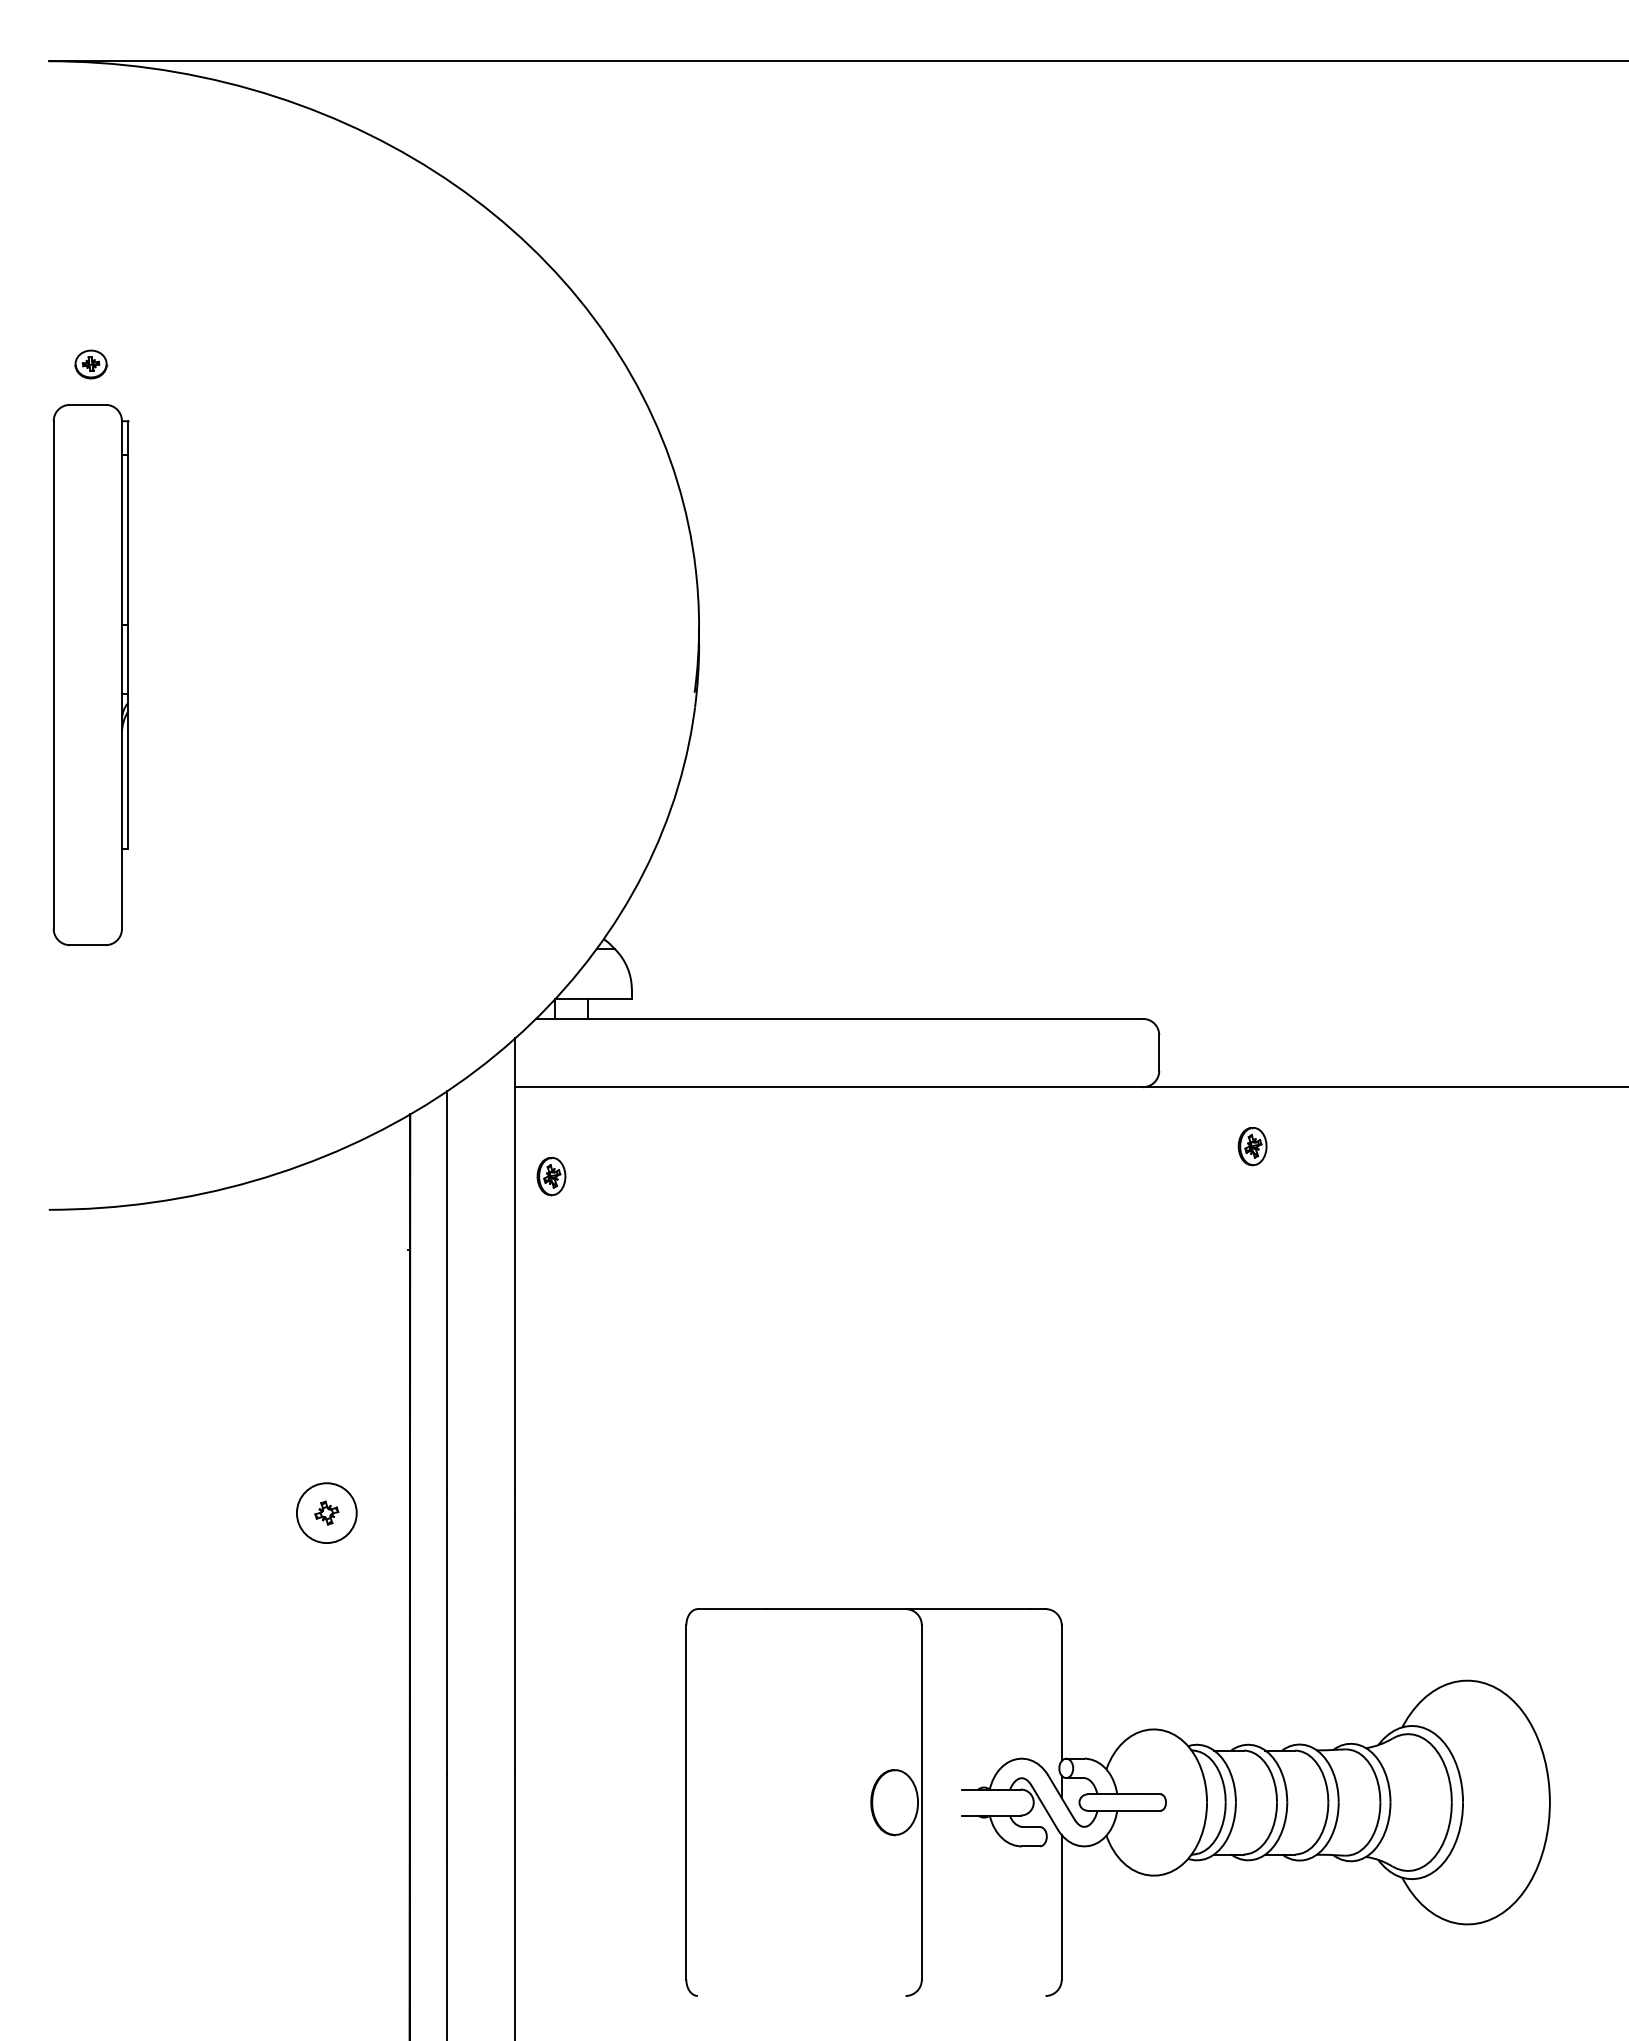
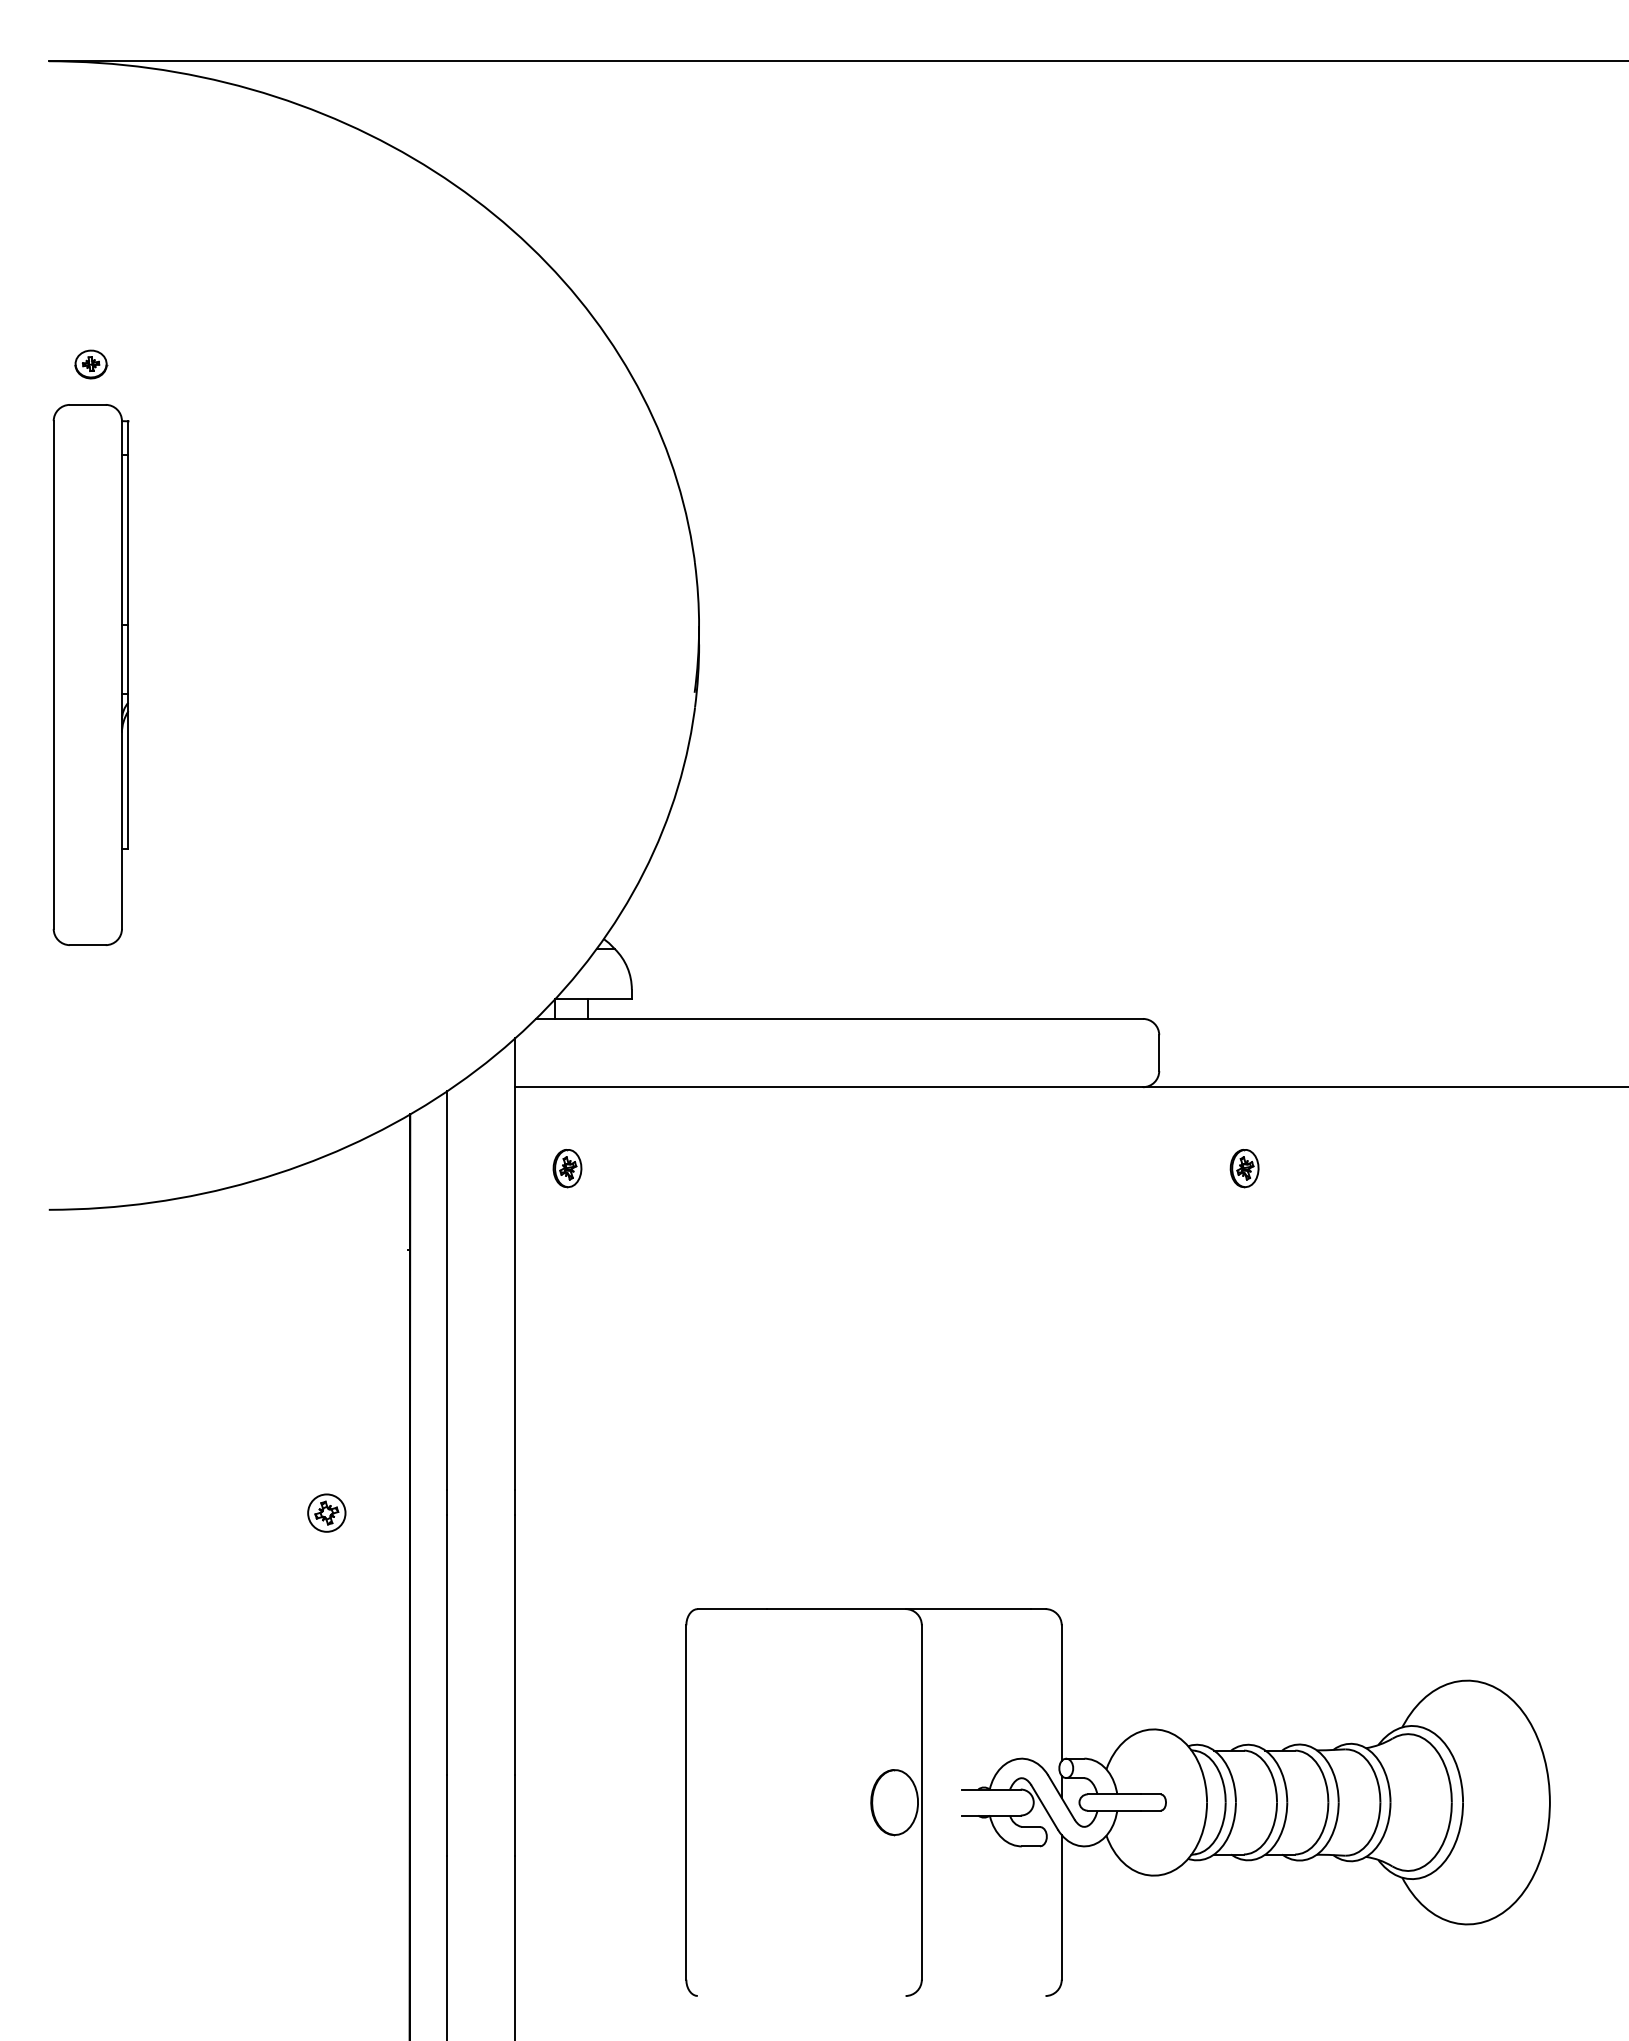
part at (1252, 1146) position: (1252, 1146) -> (1244, 1168)
part at (551, 1176) position: (551, 1176) -> (567, 1168)
circle at (326, 1513) diameter: 60 px -> 37 px
